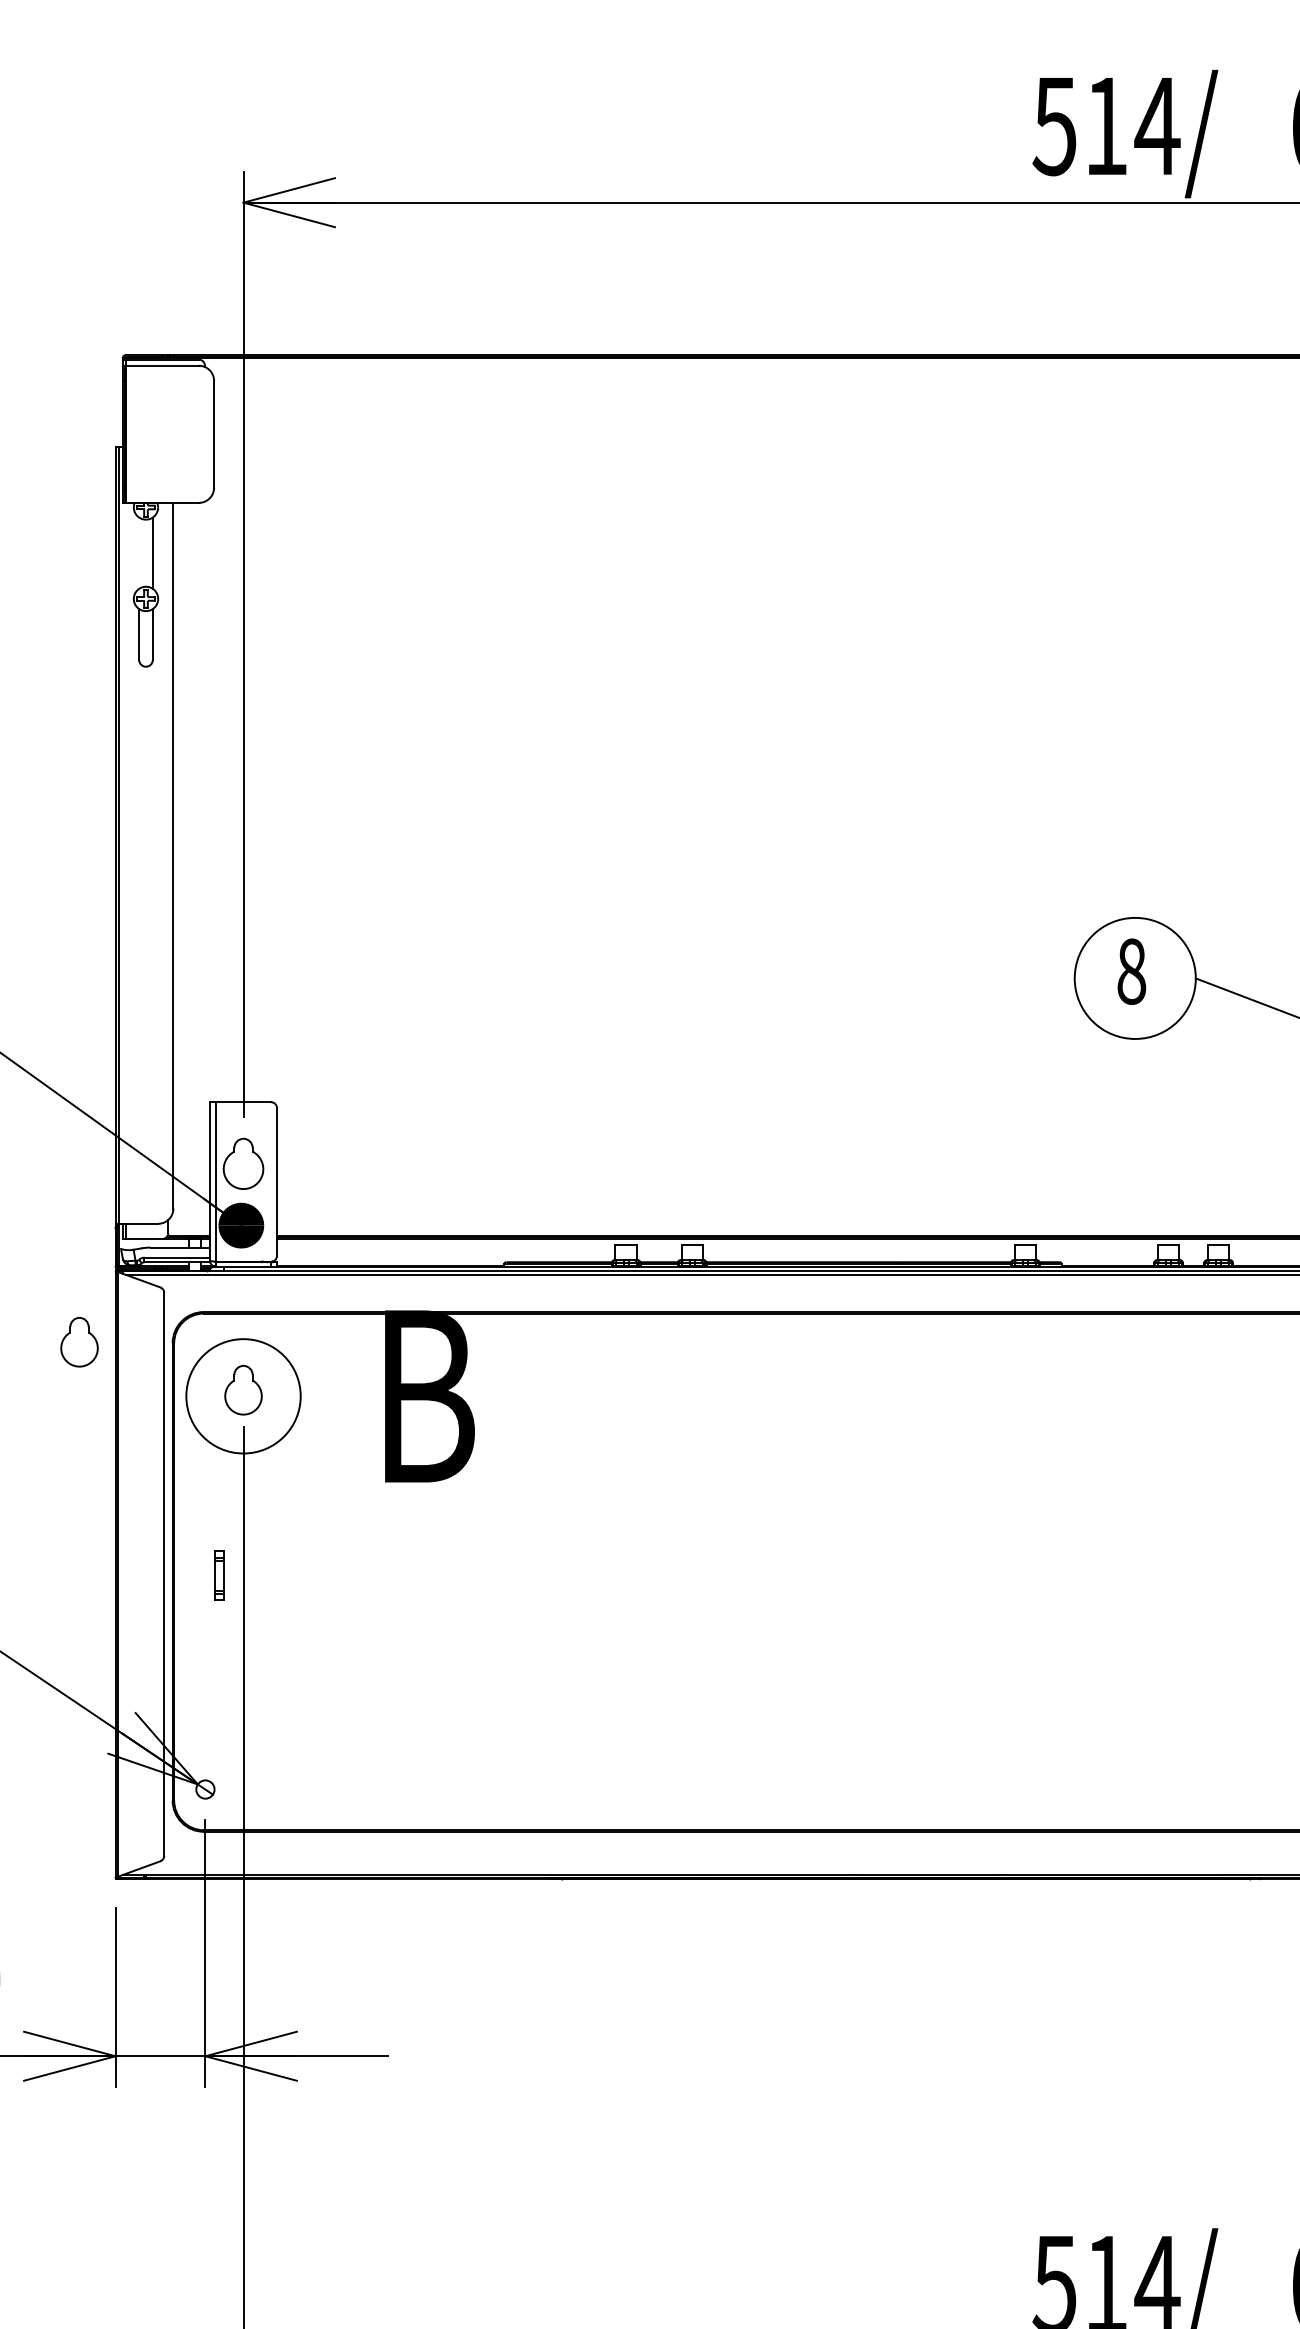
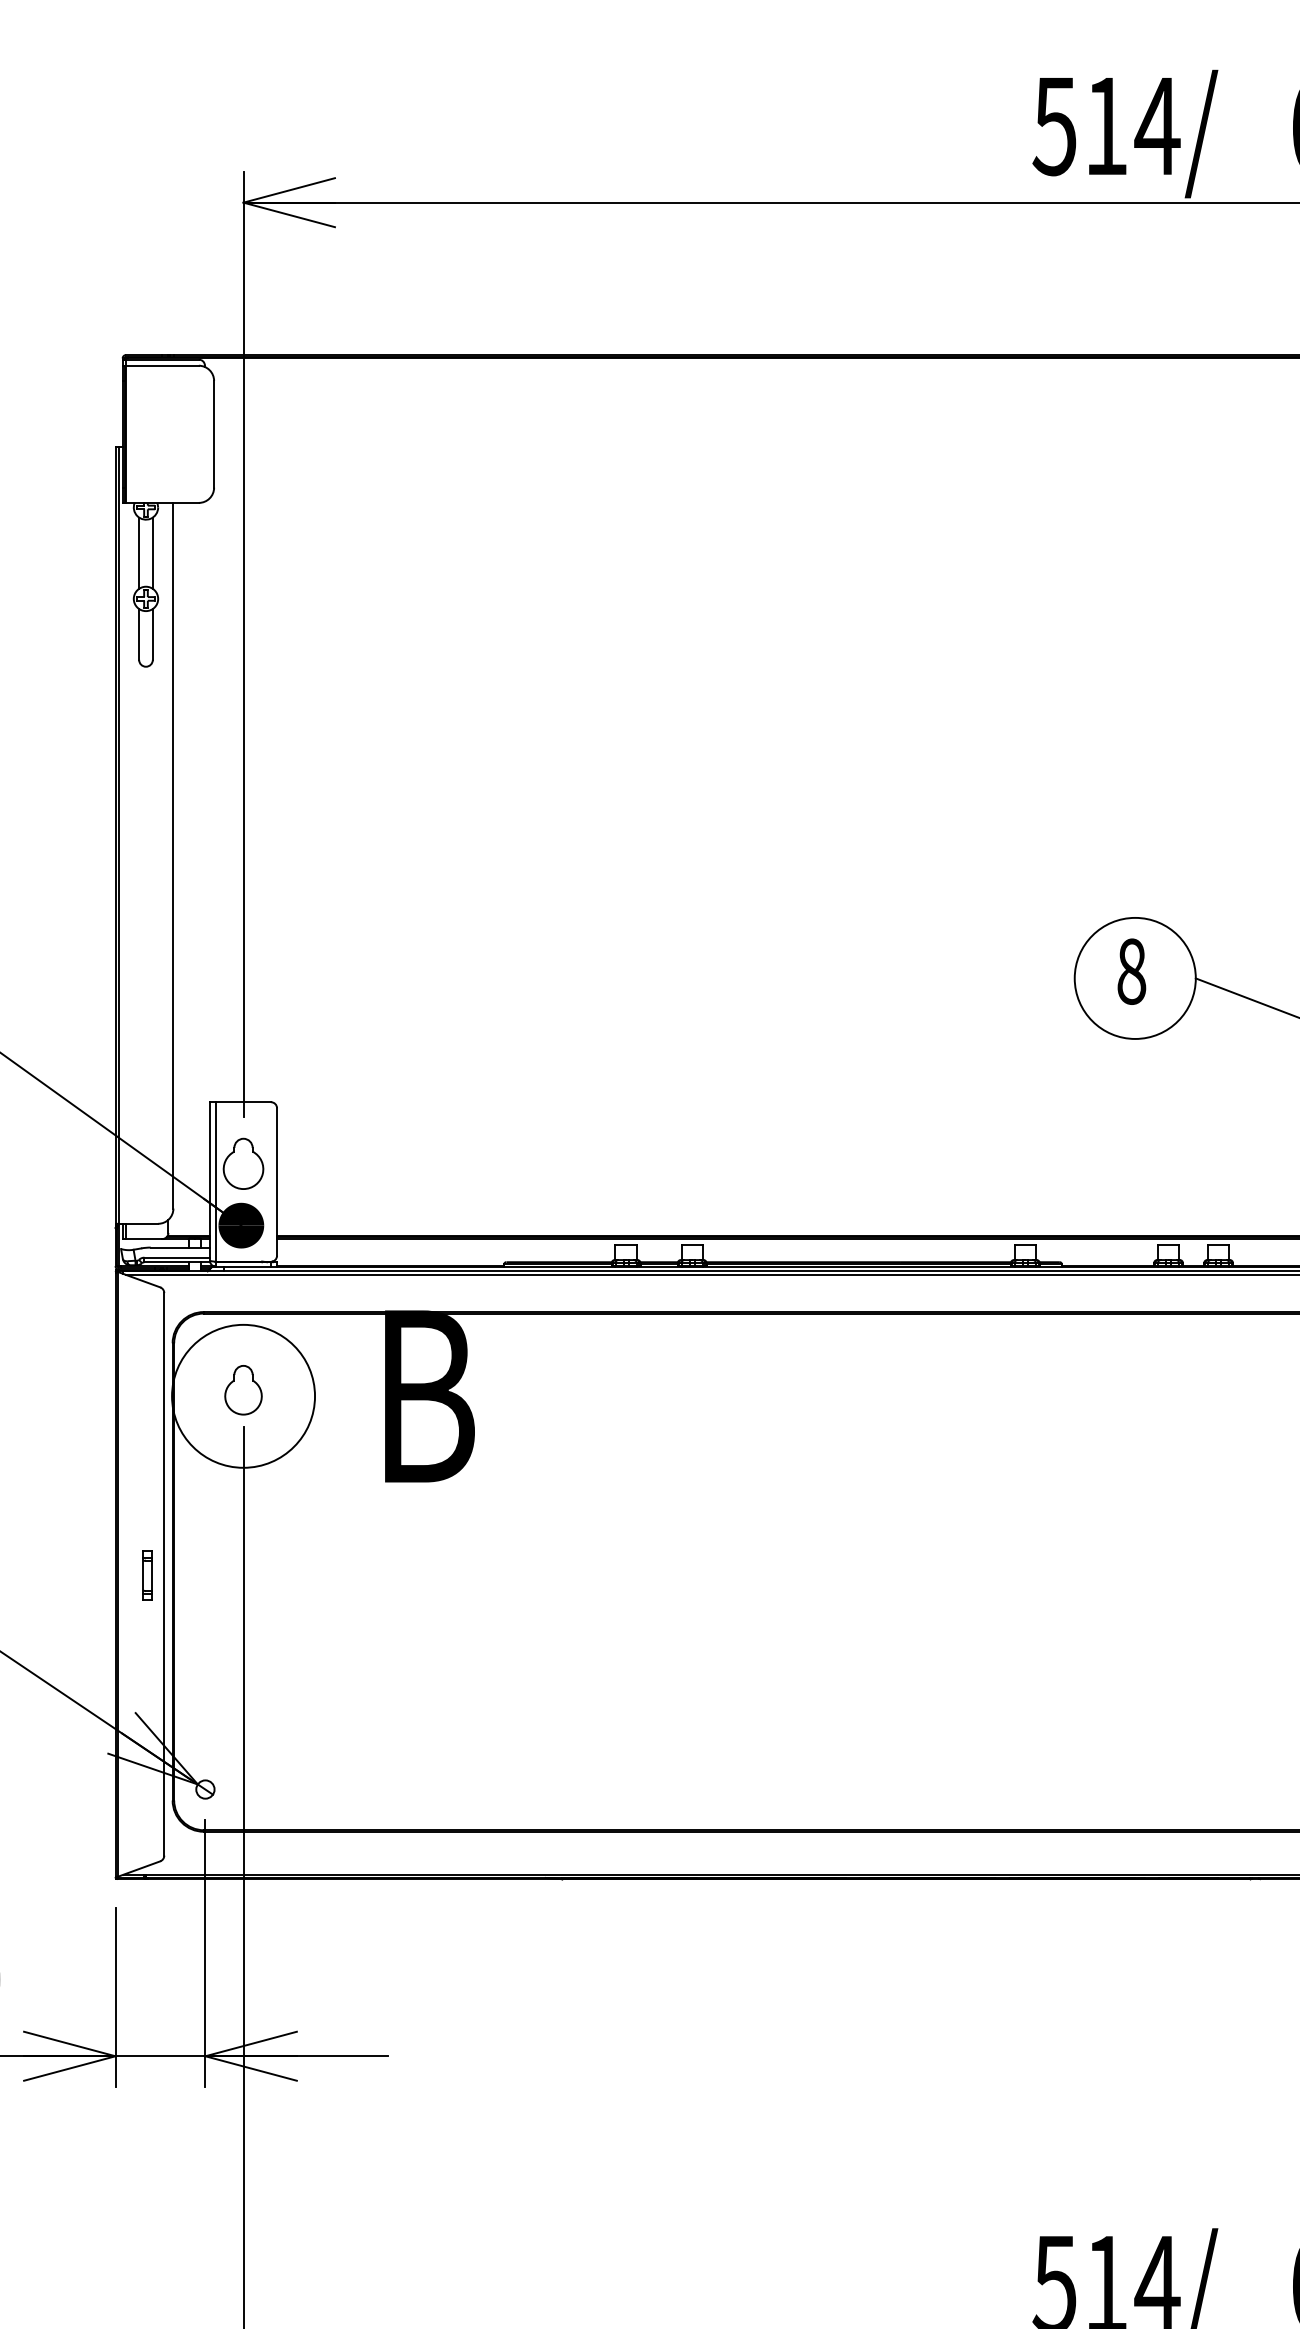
line at (139, 552): none -> present
part at (79, 1342): present -> none
circle at (243, 1396) diameter: 114 px -> 143 px
part at (219, 1575) position: (219, 1575) -> (147, 1575)
